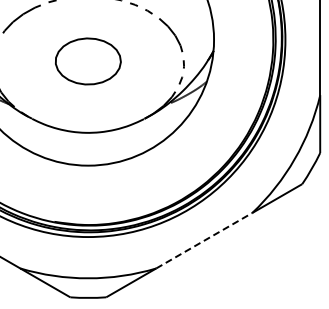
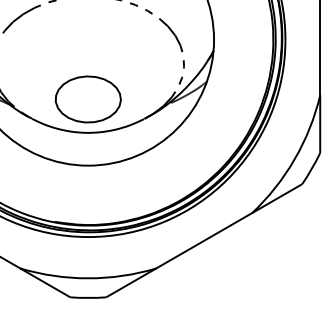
part at (88, 61) position: (88, 61) -> (88, 99)
line at (204, 240): dashed -> solid
